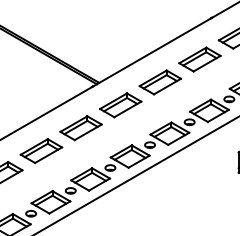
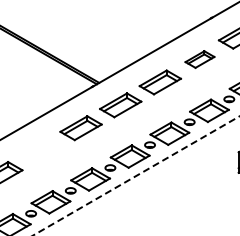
part at (199, 59) size: 44x27 px -> 32x19 px
part at (41, 151): present -> none
line at (136, 176): solid -> dashed
